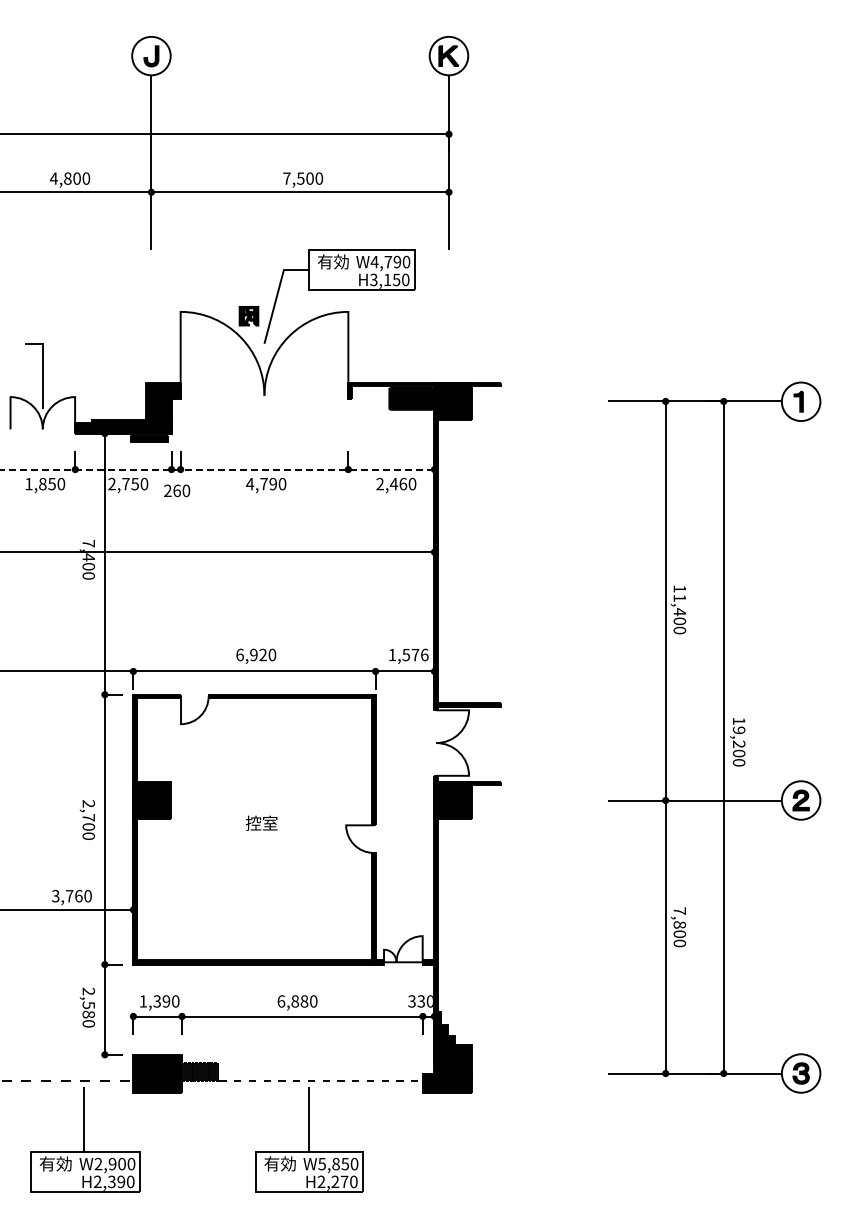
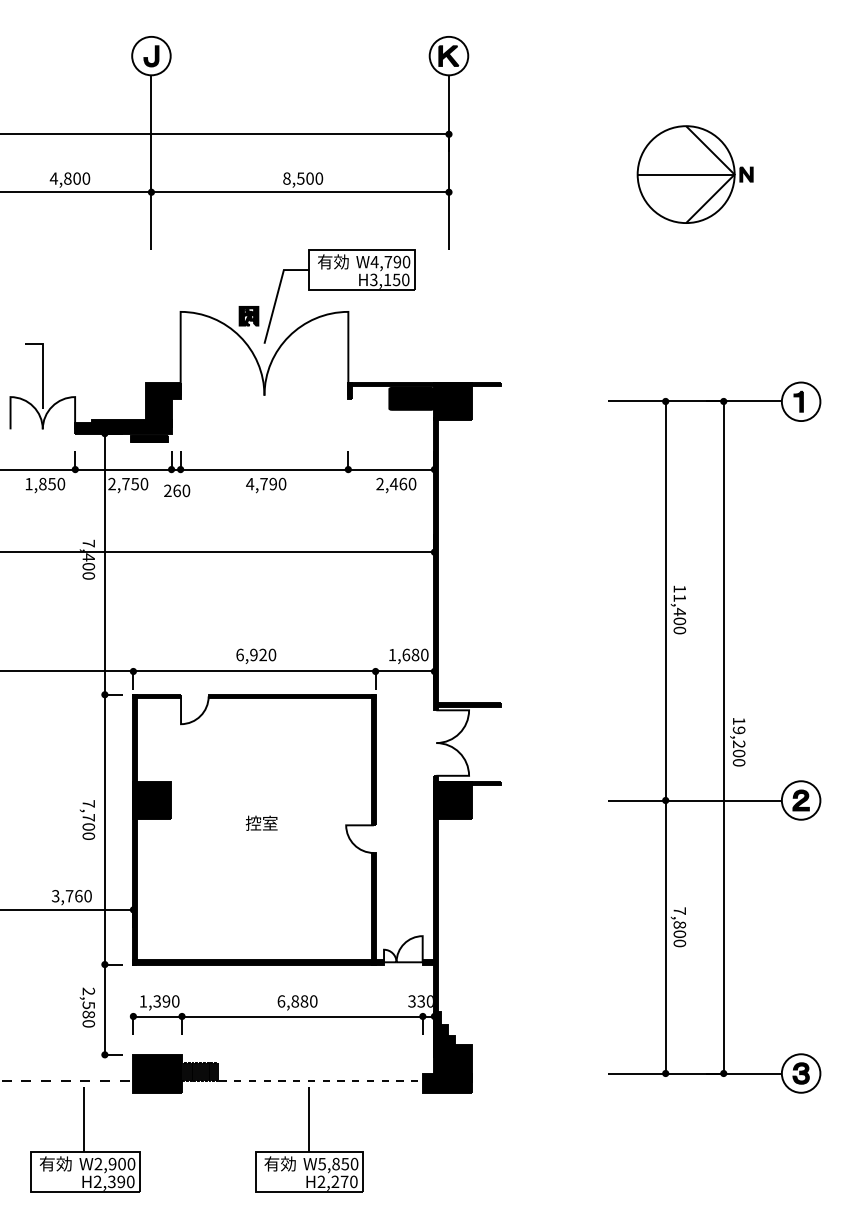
part at (694, 174): none -> present
text at (286, 178): 7,500 -> 8,500
line at (217, 469): dashed -> solid
text at (415, 654): 1,576 -> 1,680
text at (88, 803): 2,700 -> 7,700
